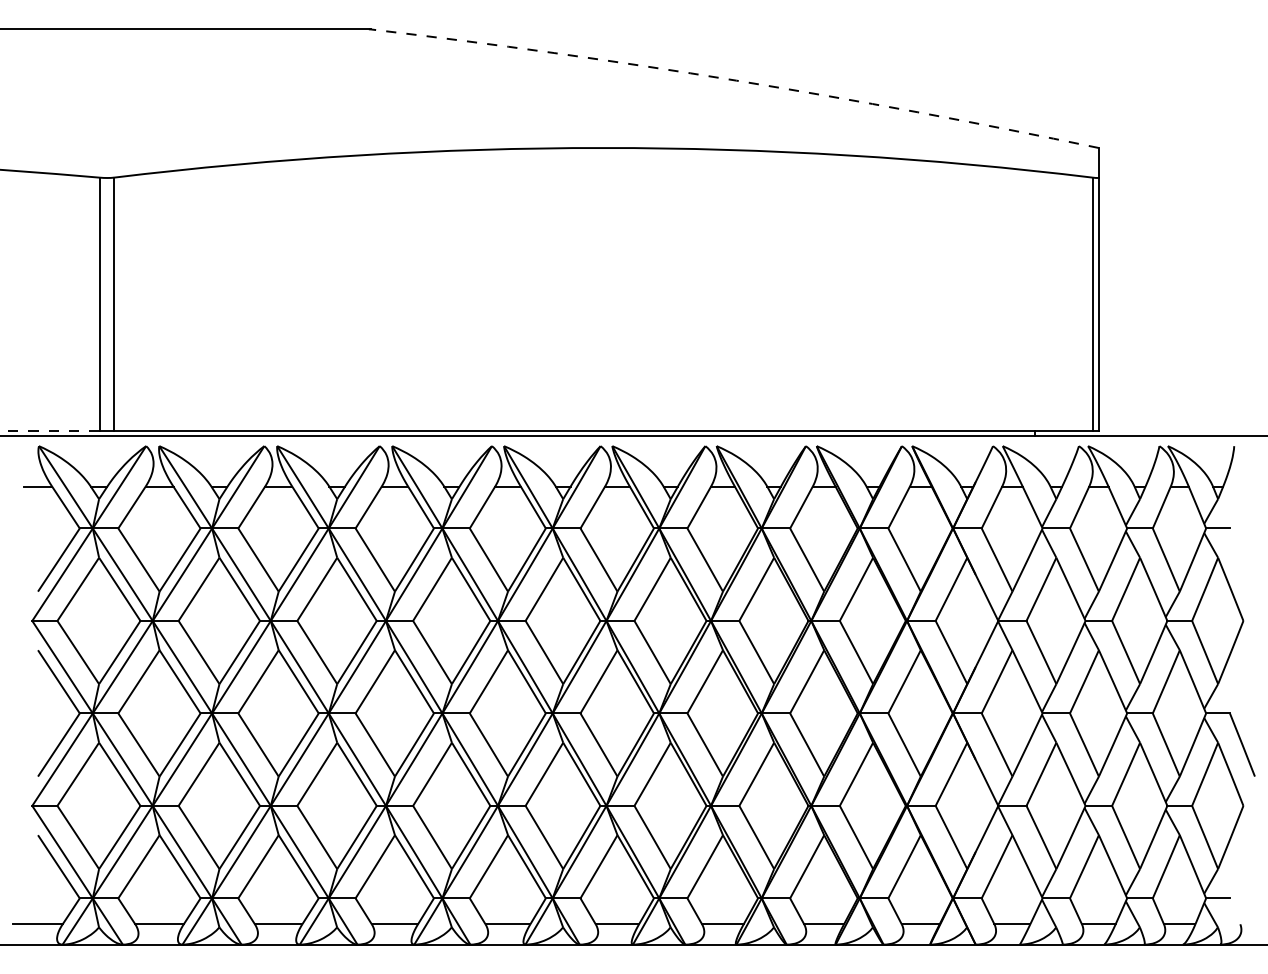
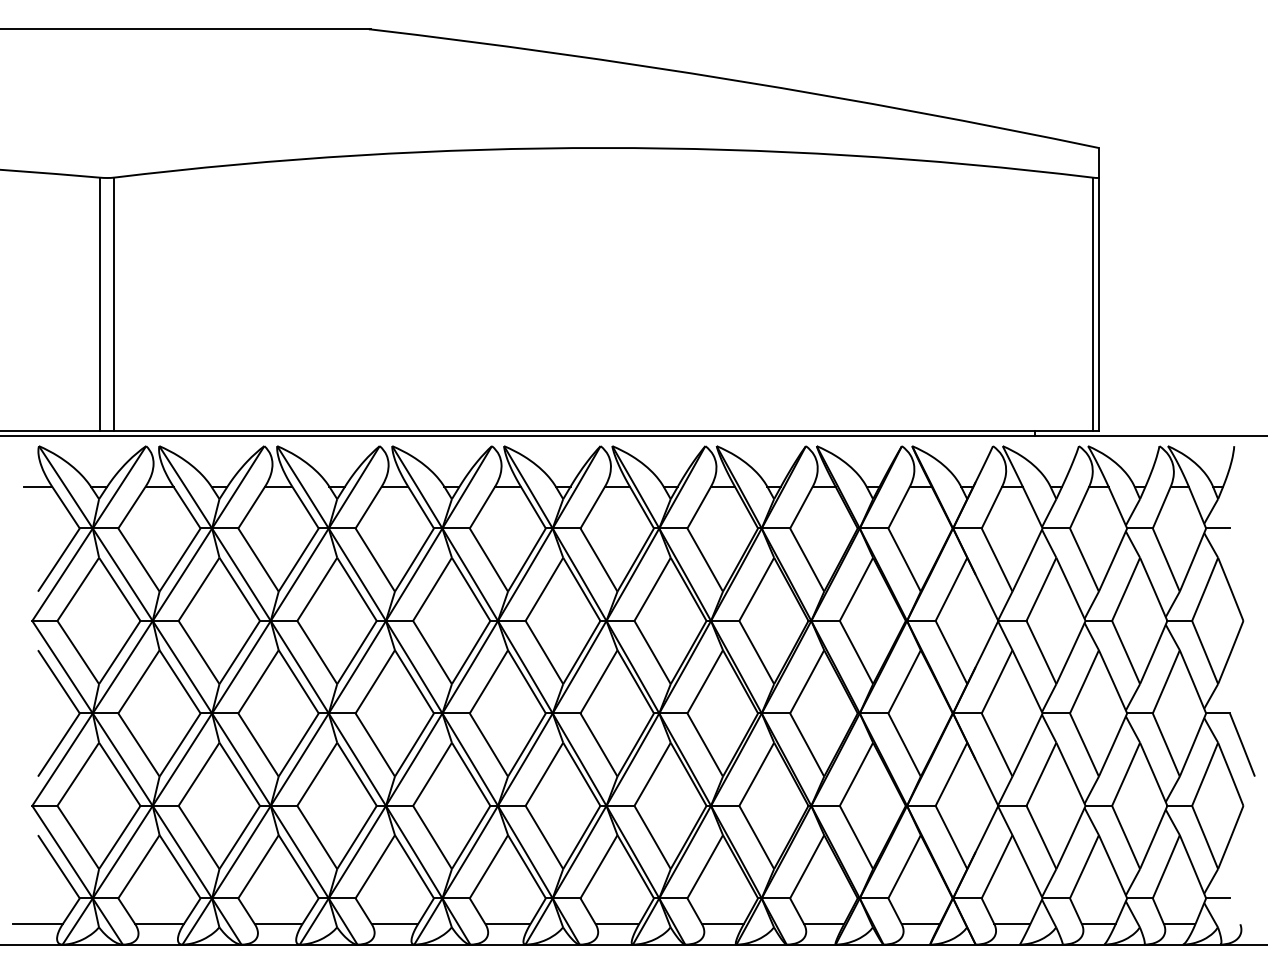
arc at (736, 80): dashed -> solid
line at (49, 430): dashed -> solid
